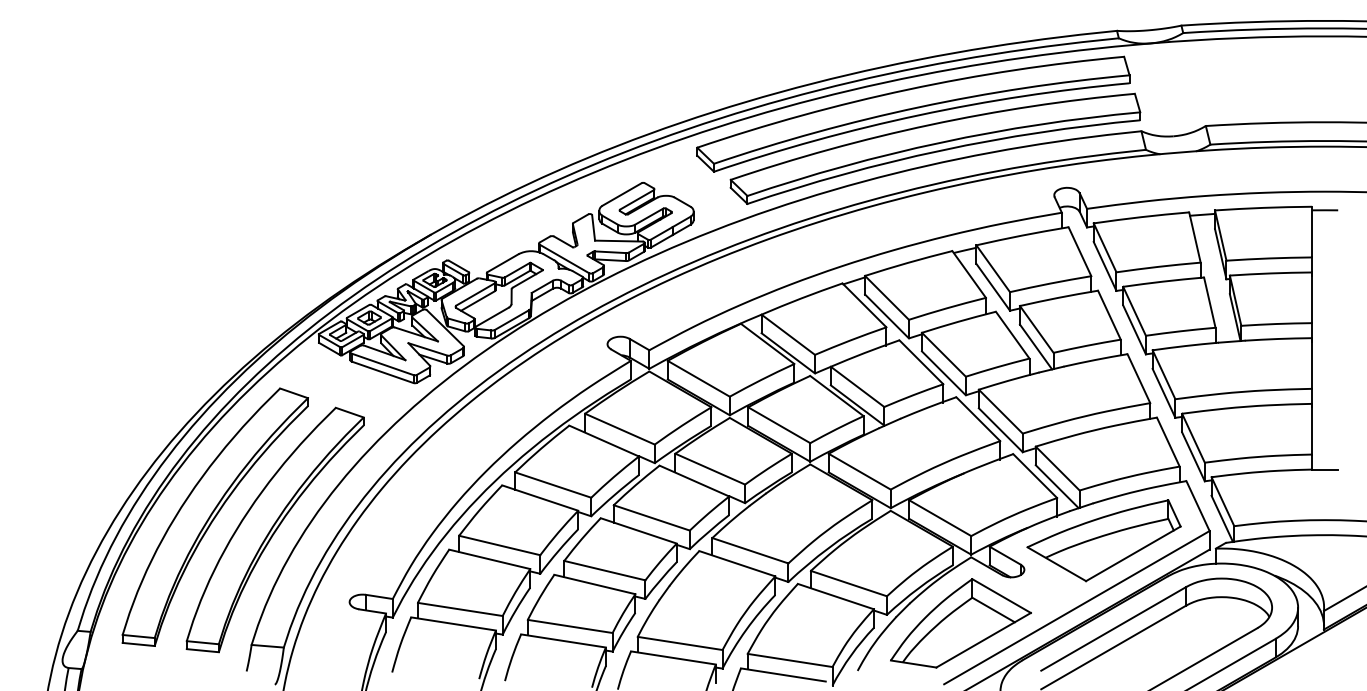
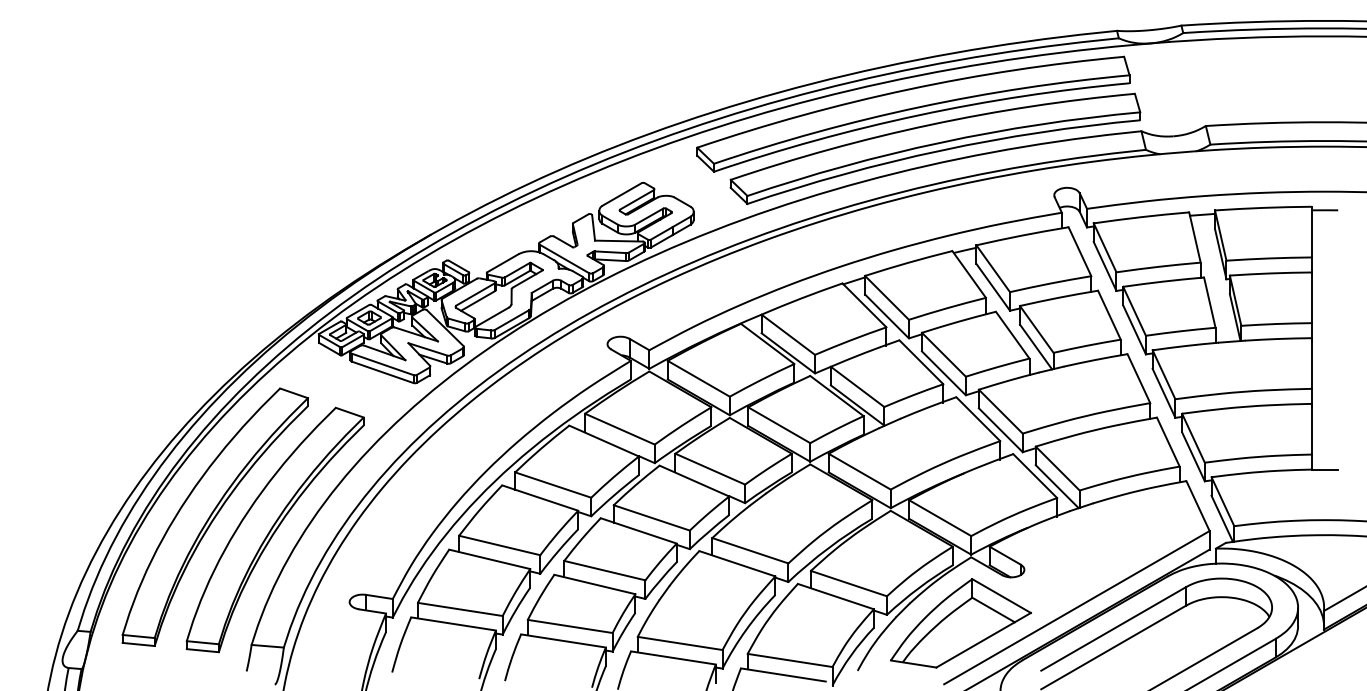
part at (1103, 540): present -> none
